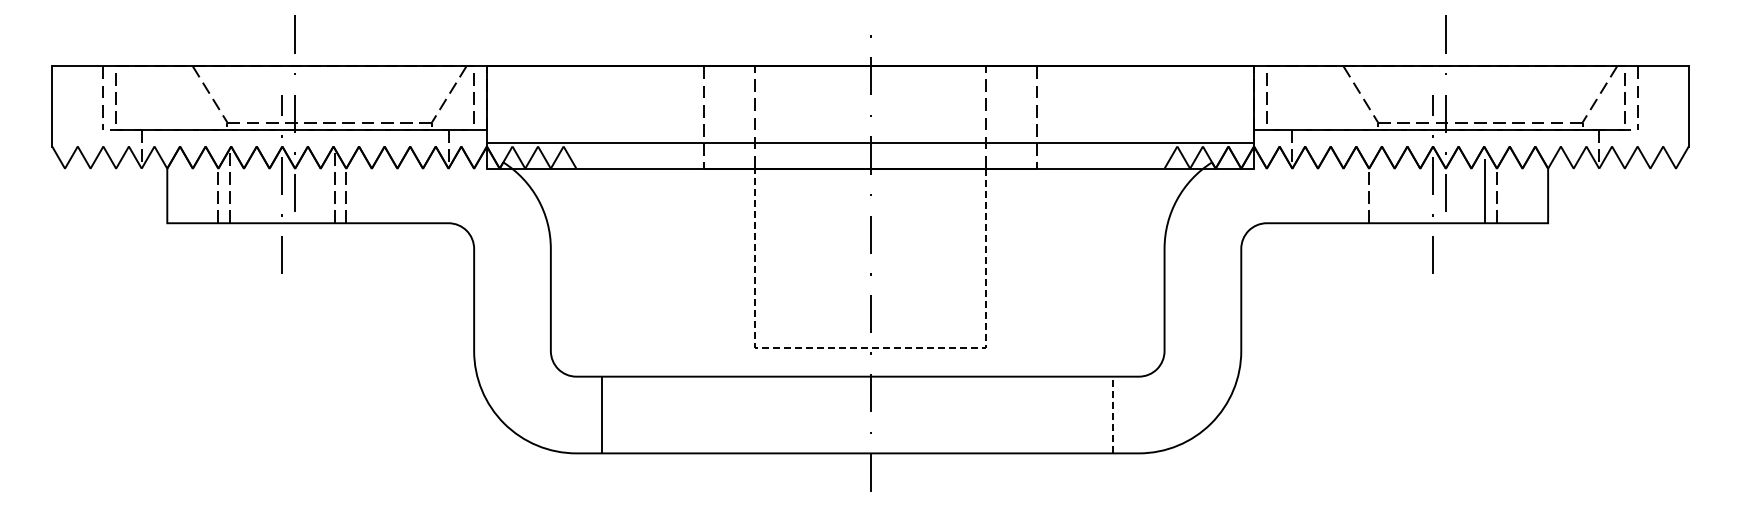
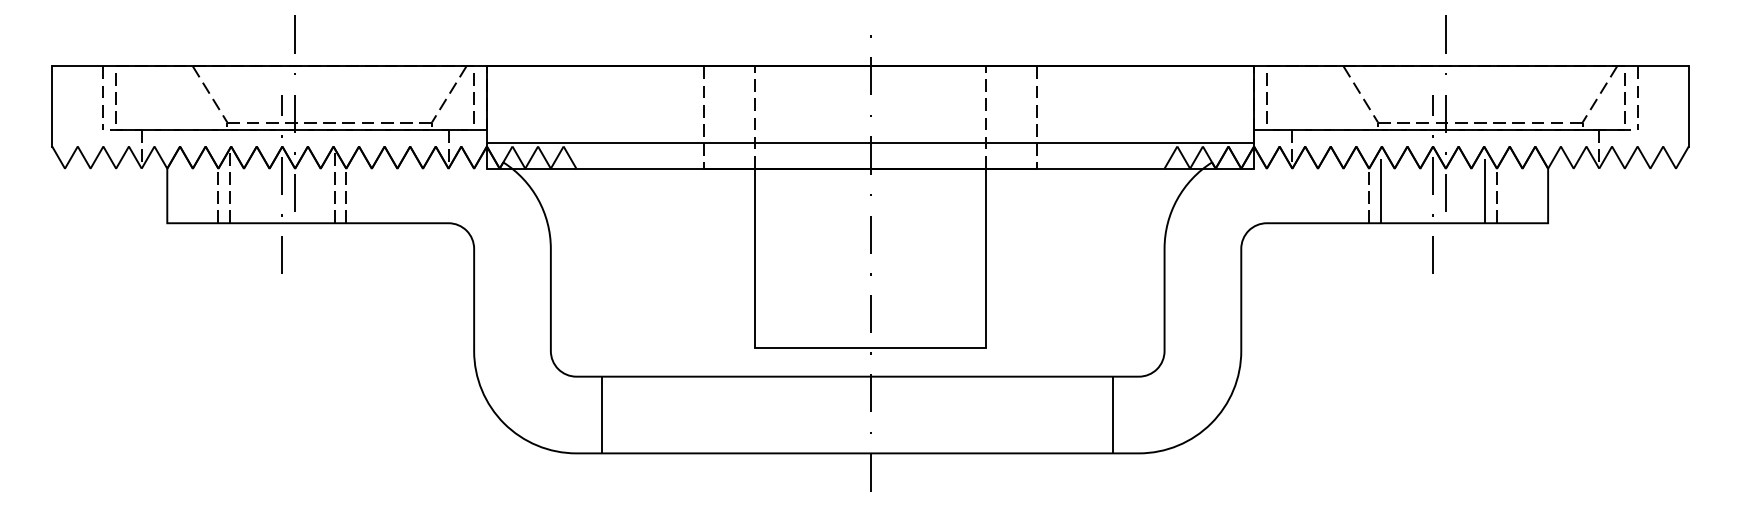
line at (1380, 185): none -> present
line at (870, 347): dashed -> solid
line at (1113, 414): dashed -> solid
